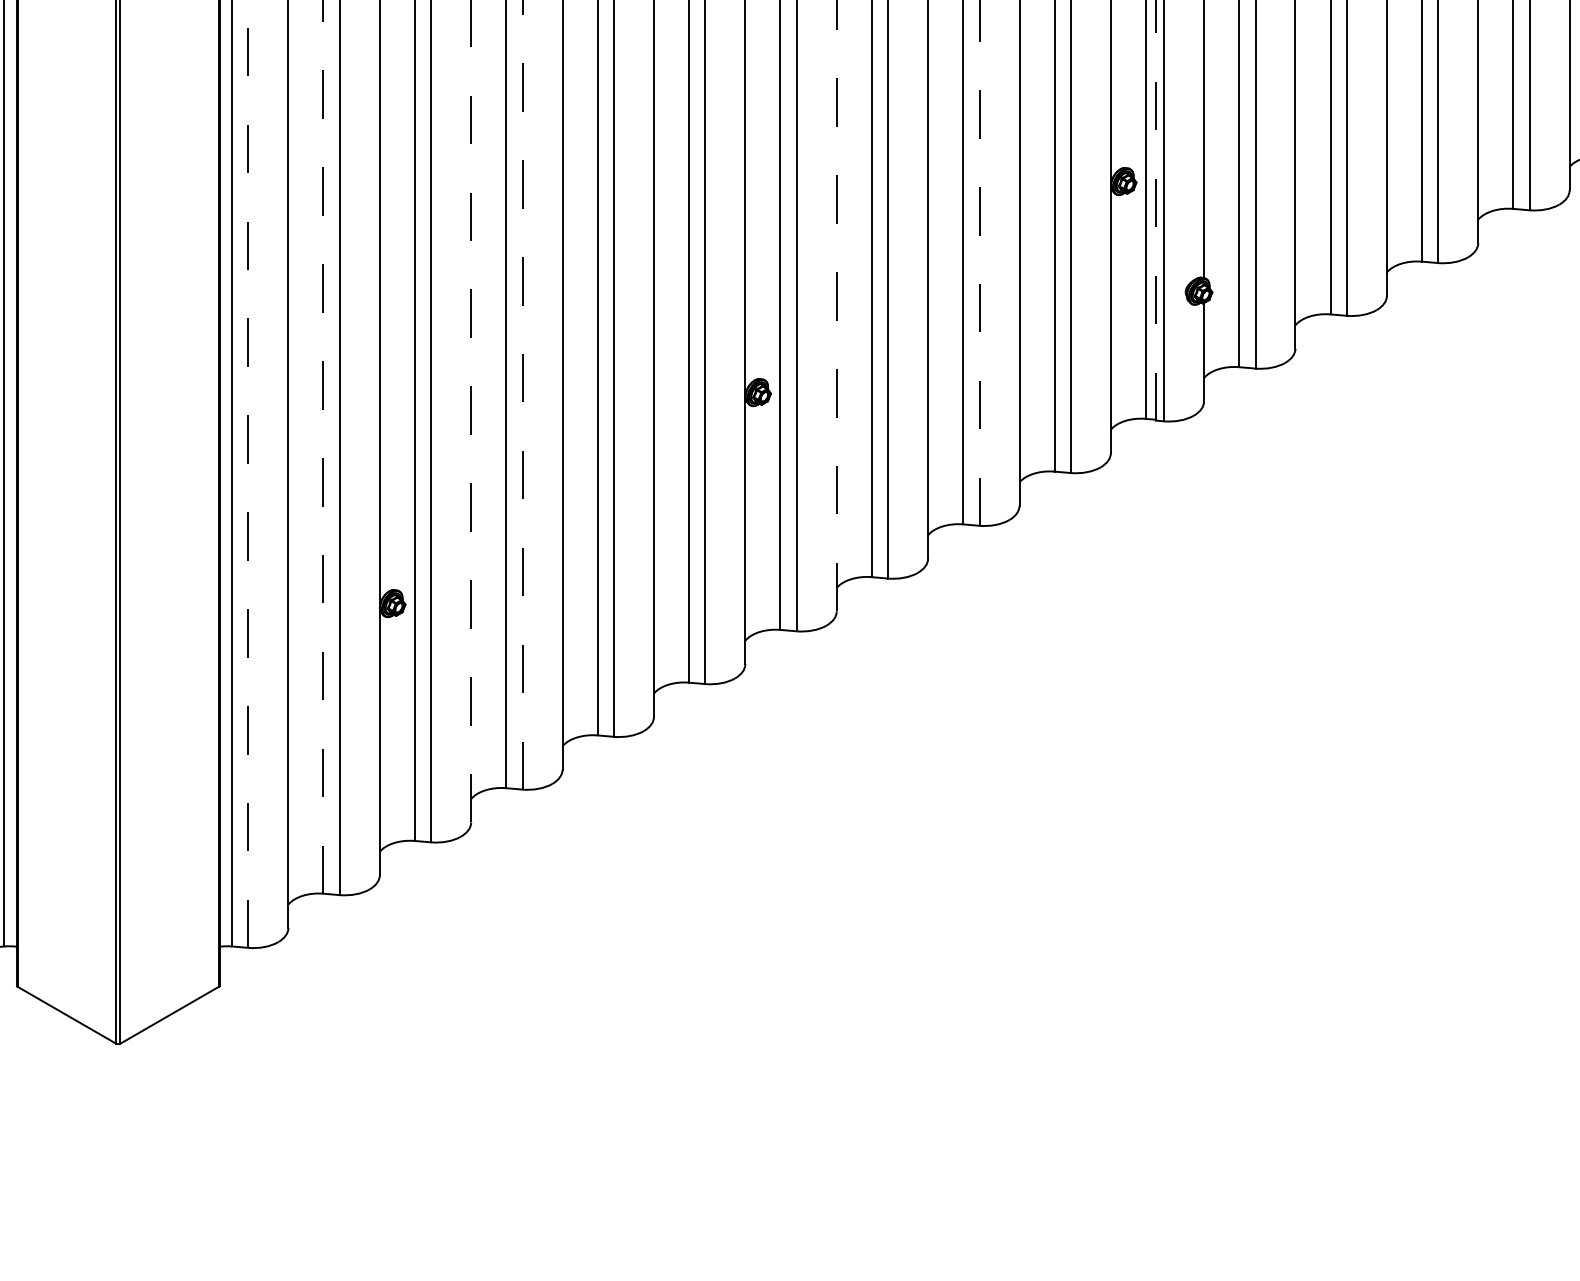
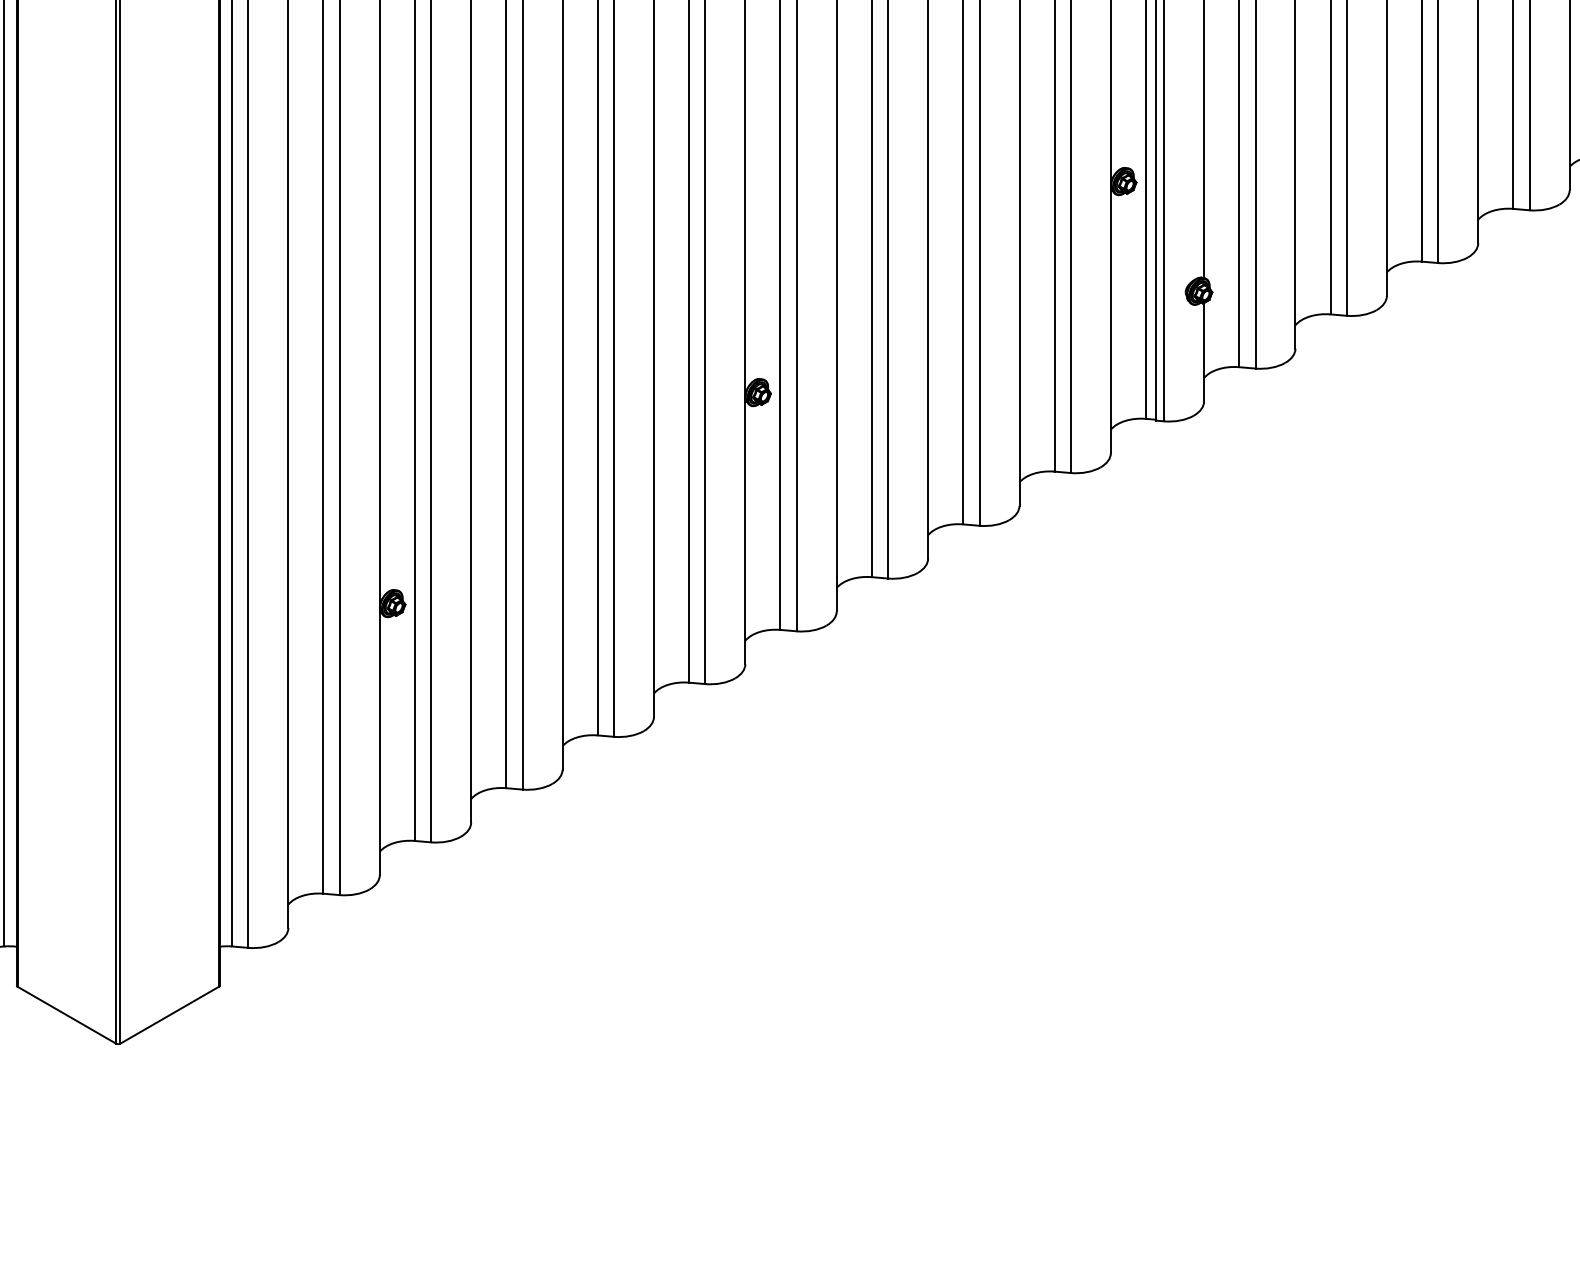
line at (1155, 210): dashed -> solid
line at (979, 263): dashed -> solid
line at (836, 305): dashed -> solid
line at (522, 395): dashed -> solid
line at (471, 411): dashed -> solid
line at (323, 447): dashed -> solid
line at (248, 474): dashed -> solid
